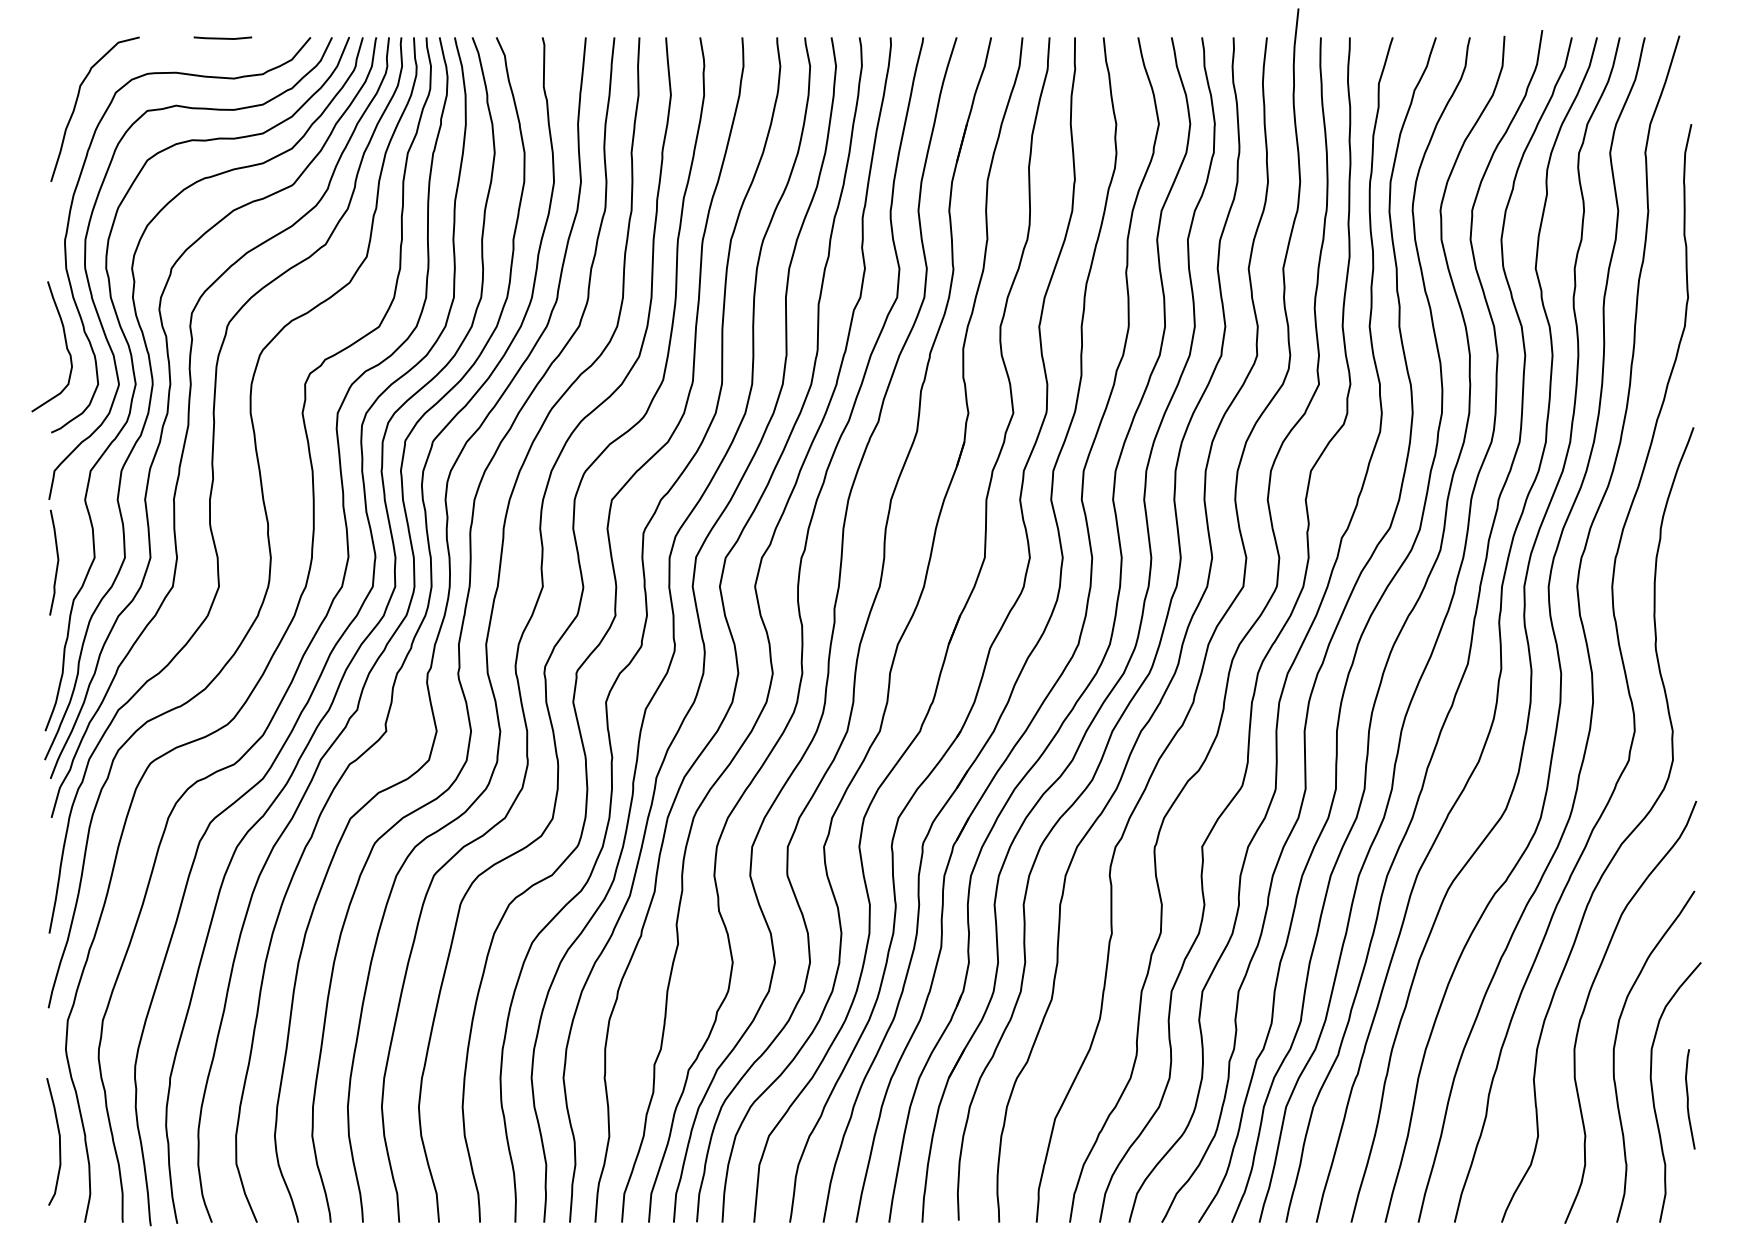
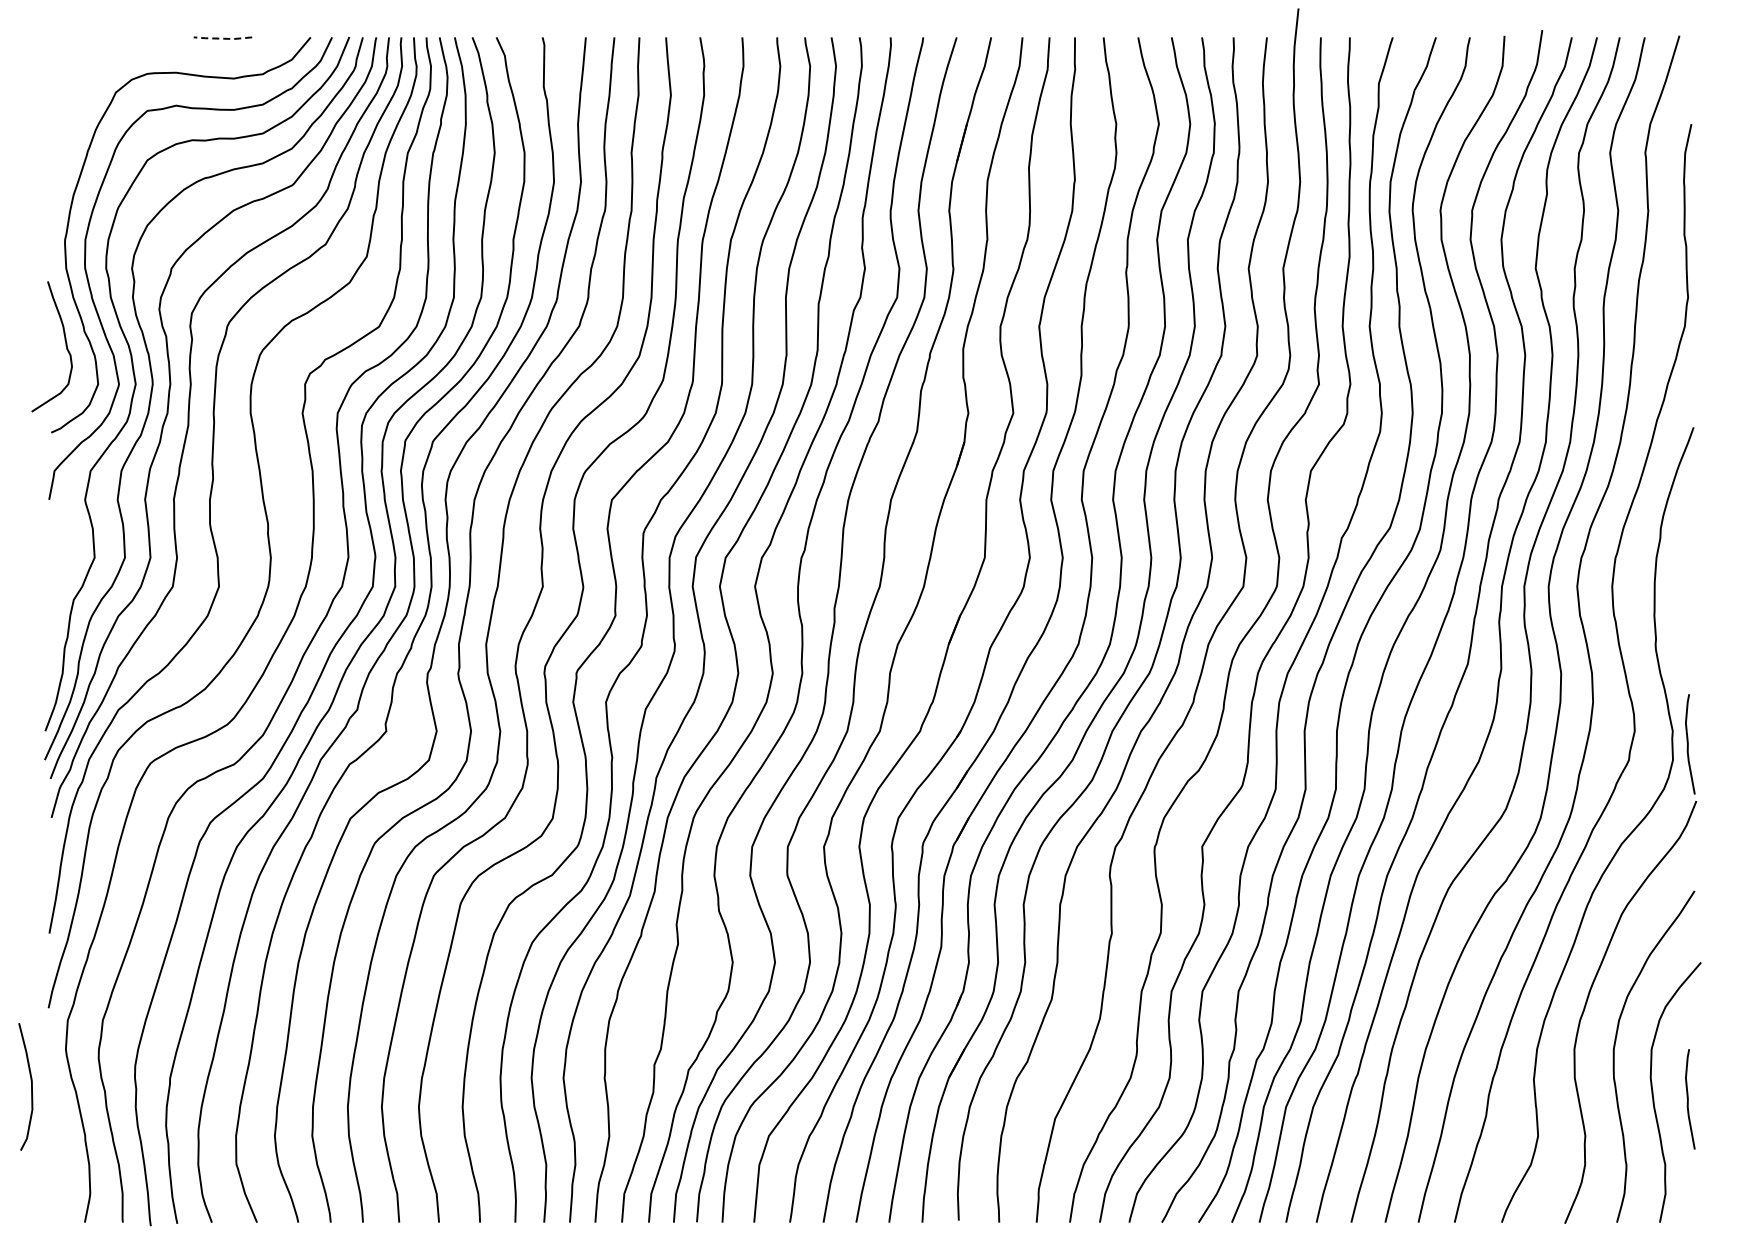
line at (223, 38): solid -> dashed
curve at (76, 105): present -> none
curve at (56, 564): present -> none
curve at (1688, 744): none -> present
curve at (59, 1141) position: (59, 1141) -> (31, 1086)
